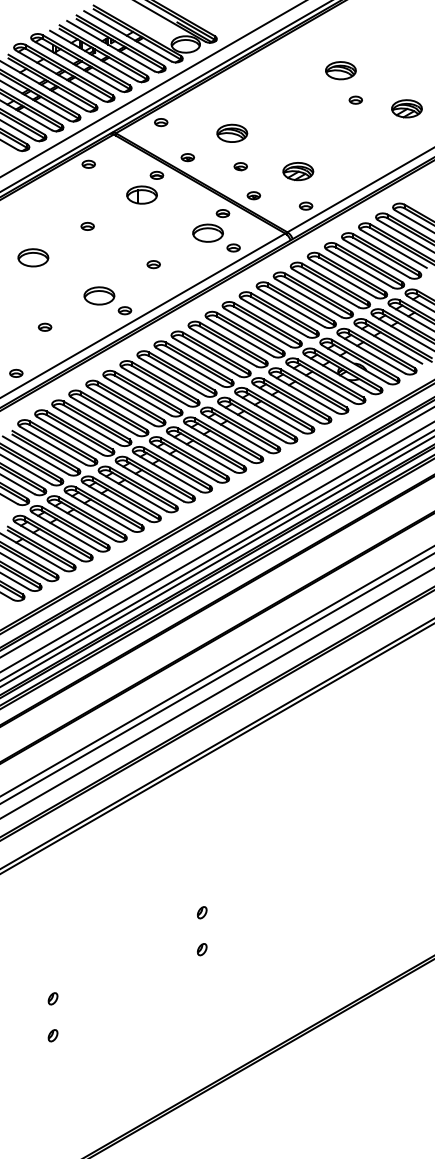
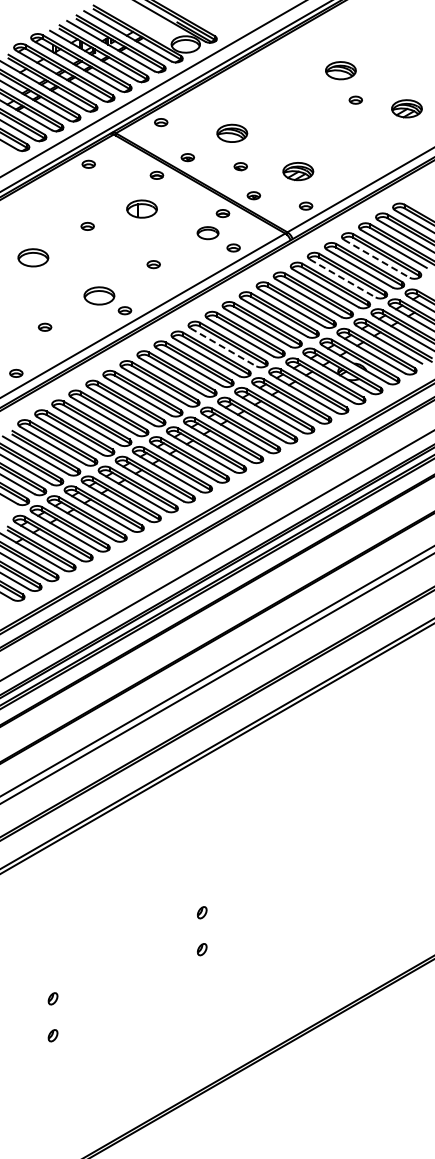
part at (141, 194) position: (141, 194) -> (141, 208)
part at (207, 232) size: 32x20 px -> 24x15 px
line at (377, 258): solid -> dashed
line at (343, 278): solid -> dashed
line at (223, 347): solid -> dashed
line at (216, 532): present -> none
line at (216, 547): present -> none
line at (216, 561): present -> none
line at (216, 693): present -> none
